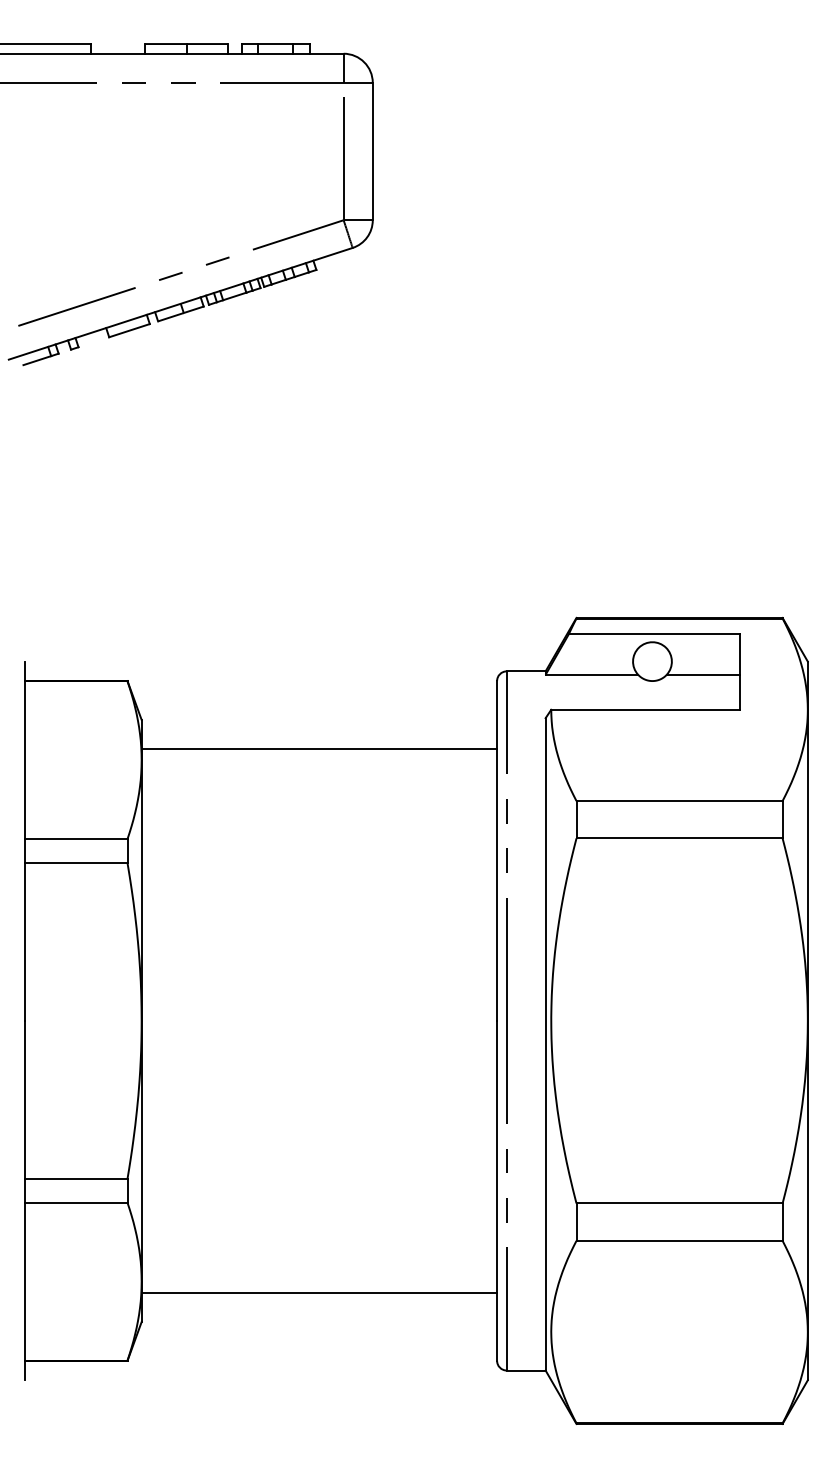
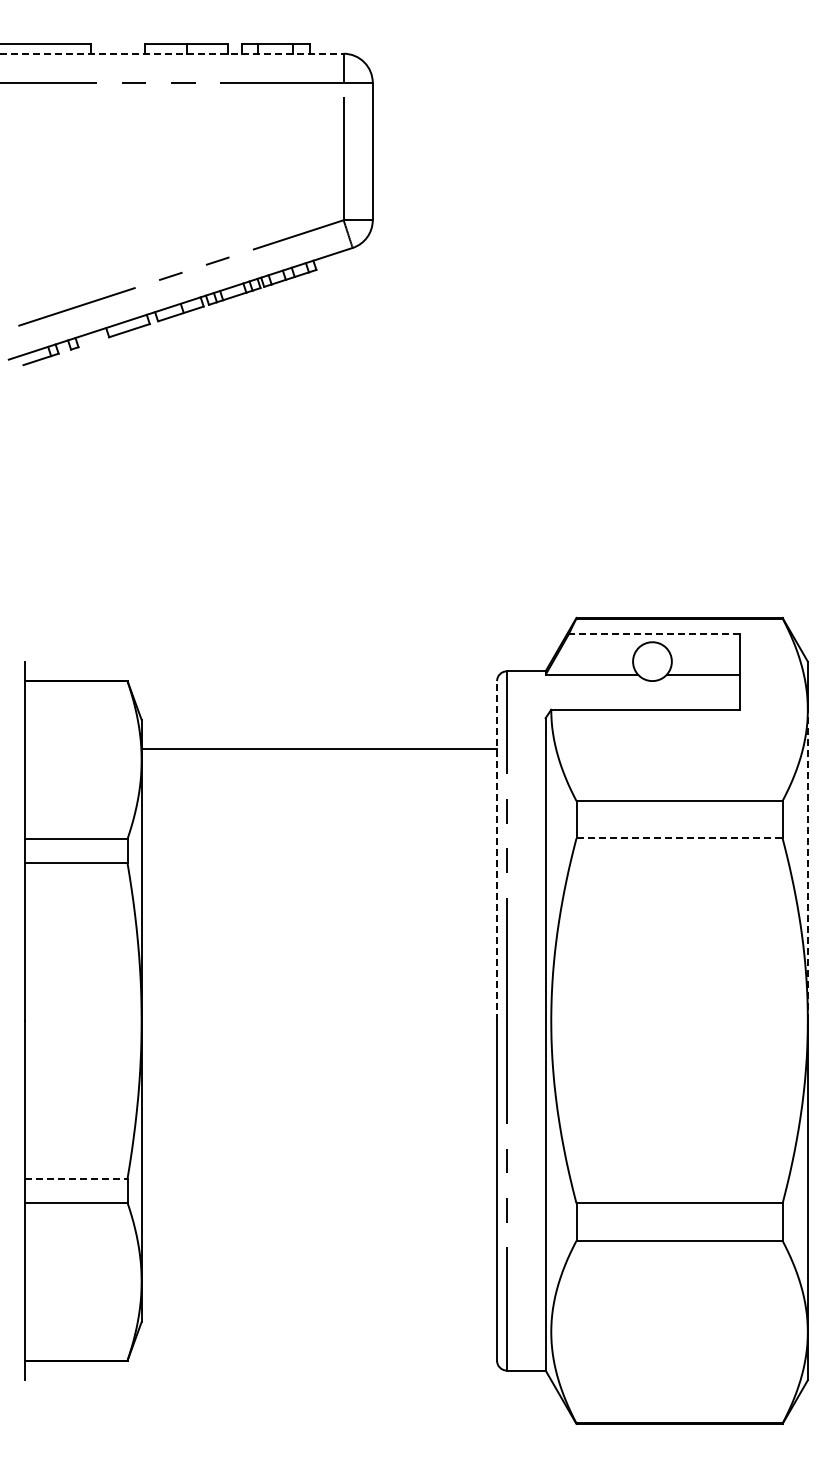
line at (172, 53): solid -> dashed
line at (653, 634): solid -> dashed
line at (680, 838): solid -> dashed
line at (497, 851): solid -> dashed
line at (807, 865): solid -> dashed
line at (76, 1178): solid -> dashed
line at (319, 1292): present -> none
